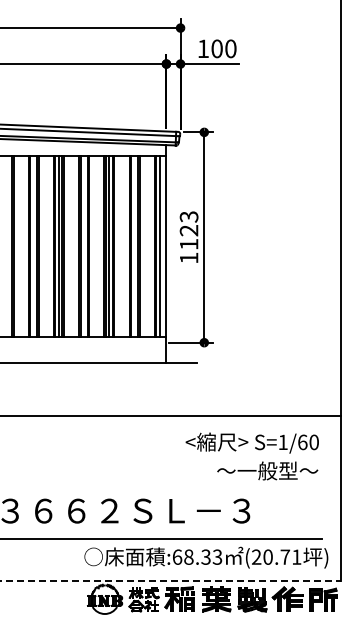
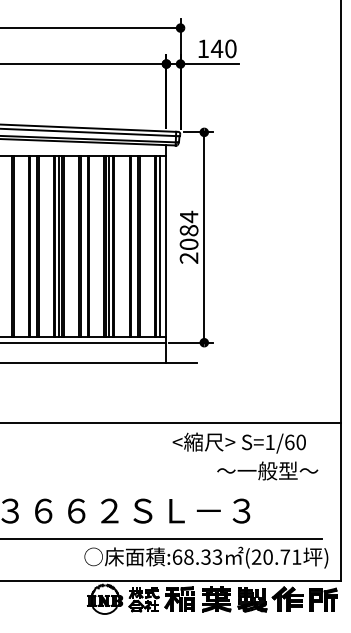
text at (216, 48): 100 -> 140
text at (188, 236): 1123 -> 2084
line at (84, 342): none -> present
line at (171, 416) position: (171, 416) -> (171, 423)
text at (251, 442) position: (251, 442) -> (238, 442)
line at (170, 580): dashed -> solid
